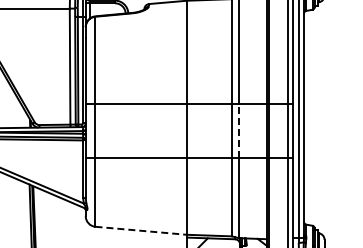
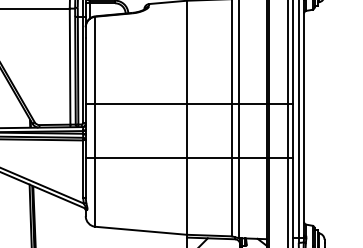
line at (238, 131): dashed -> solid
line at (141, 230): dashed -> solid
